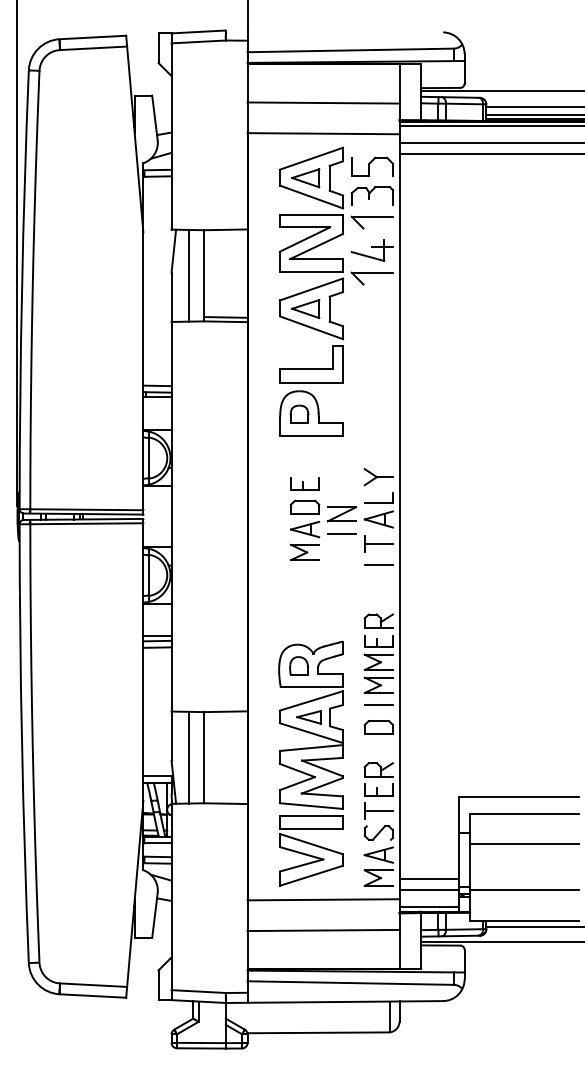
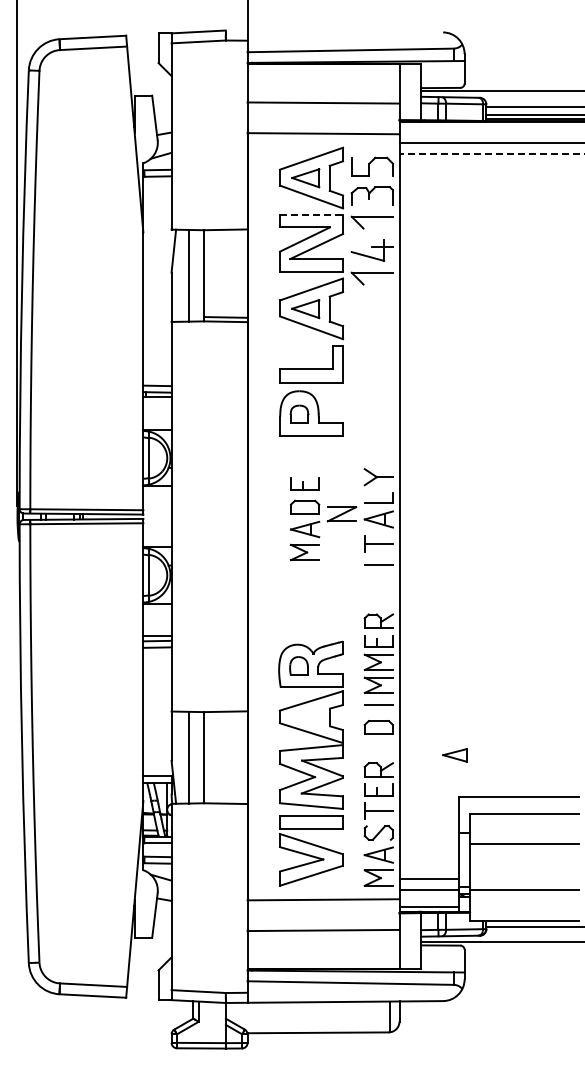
line at (490, 126): present -> none
line at (491, 154): solid -> dashed
line at (312, 214): solid -> dashed
line at (341, 534): present -> none
part at (308, 717) position: (308, 717) -> (454, 755)
